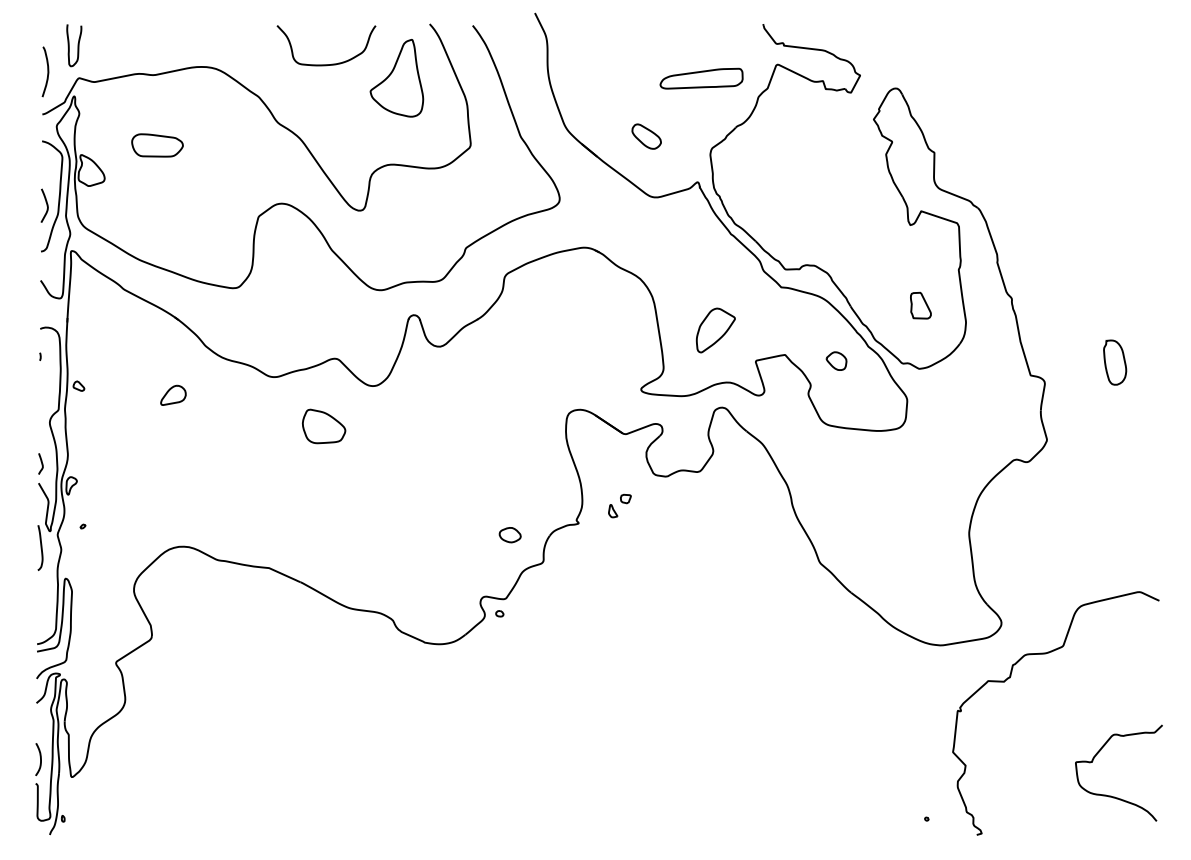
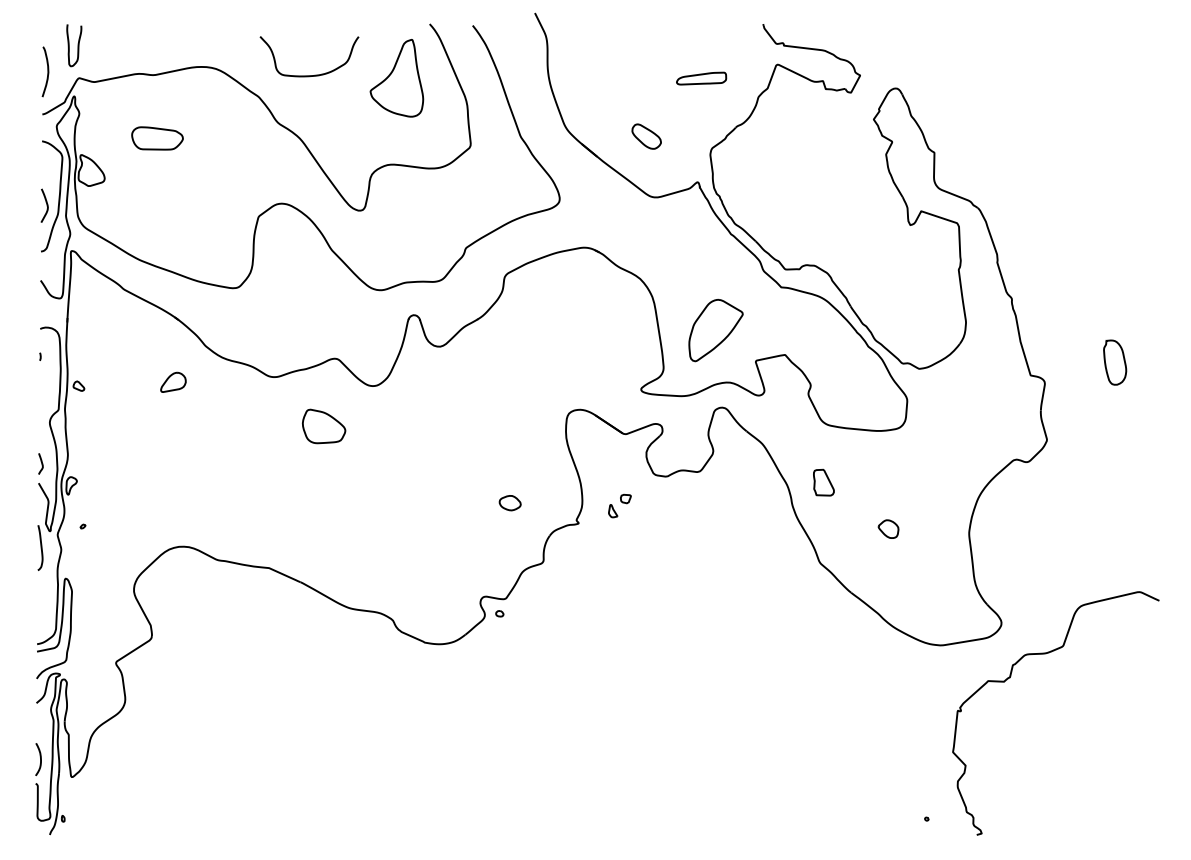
curve at (331, 63) position: (331, 63) -> (314, 74)
part at (701, 78) size: 85x23 px -> 52x15 px
part at (157, 145) position: (157, 145) -> (157, 138)
part at (920, 305) position: (920, 305) -> (823, 482)
part at (715, 330) size: 41x47 px -> 56x64 px
part at (836, 360) position: (836, 360) -> (888, 528)
part at (173, 394) position: (173, 394) -> (173, 381)
part at (509, 535) position: (509, 535) -> (509, 503)
curve at (1111, 795): present -> none
